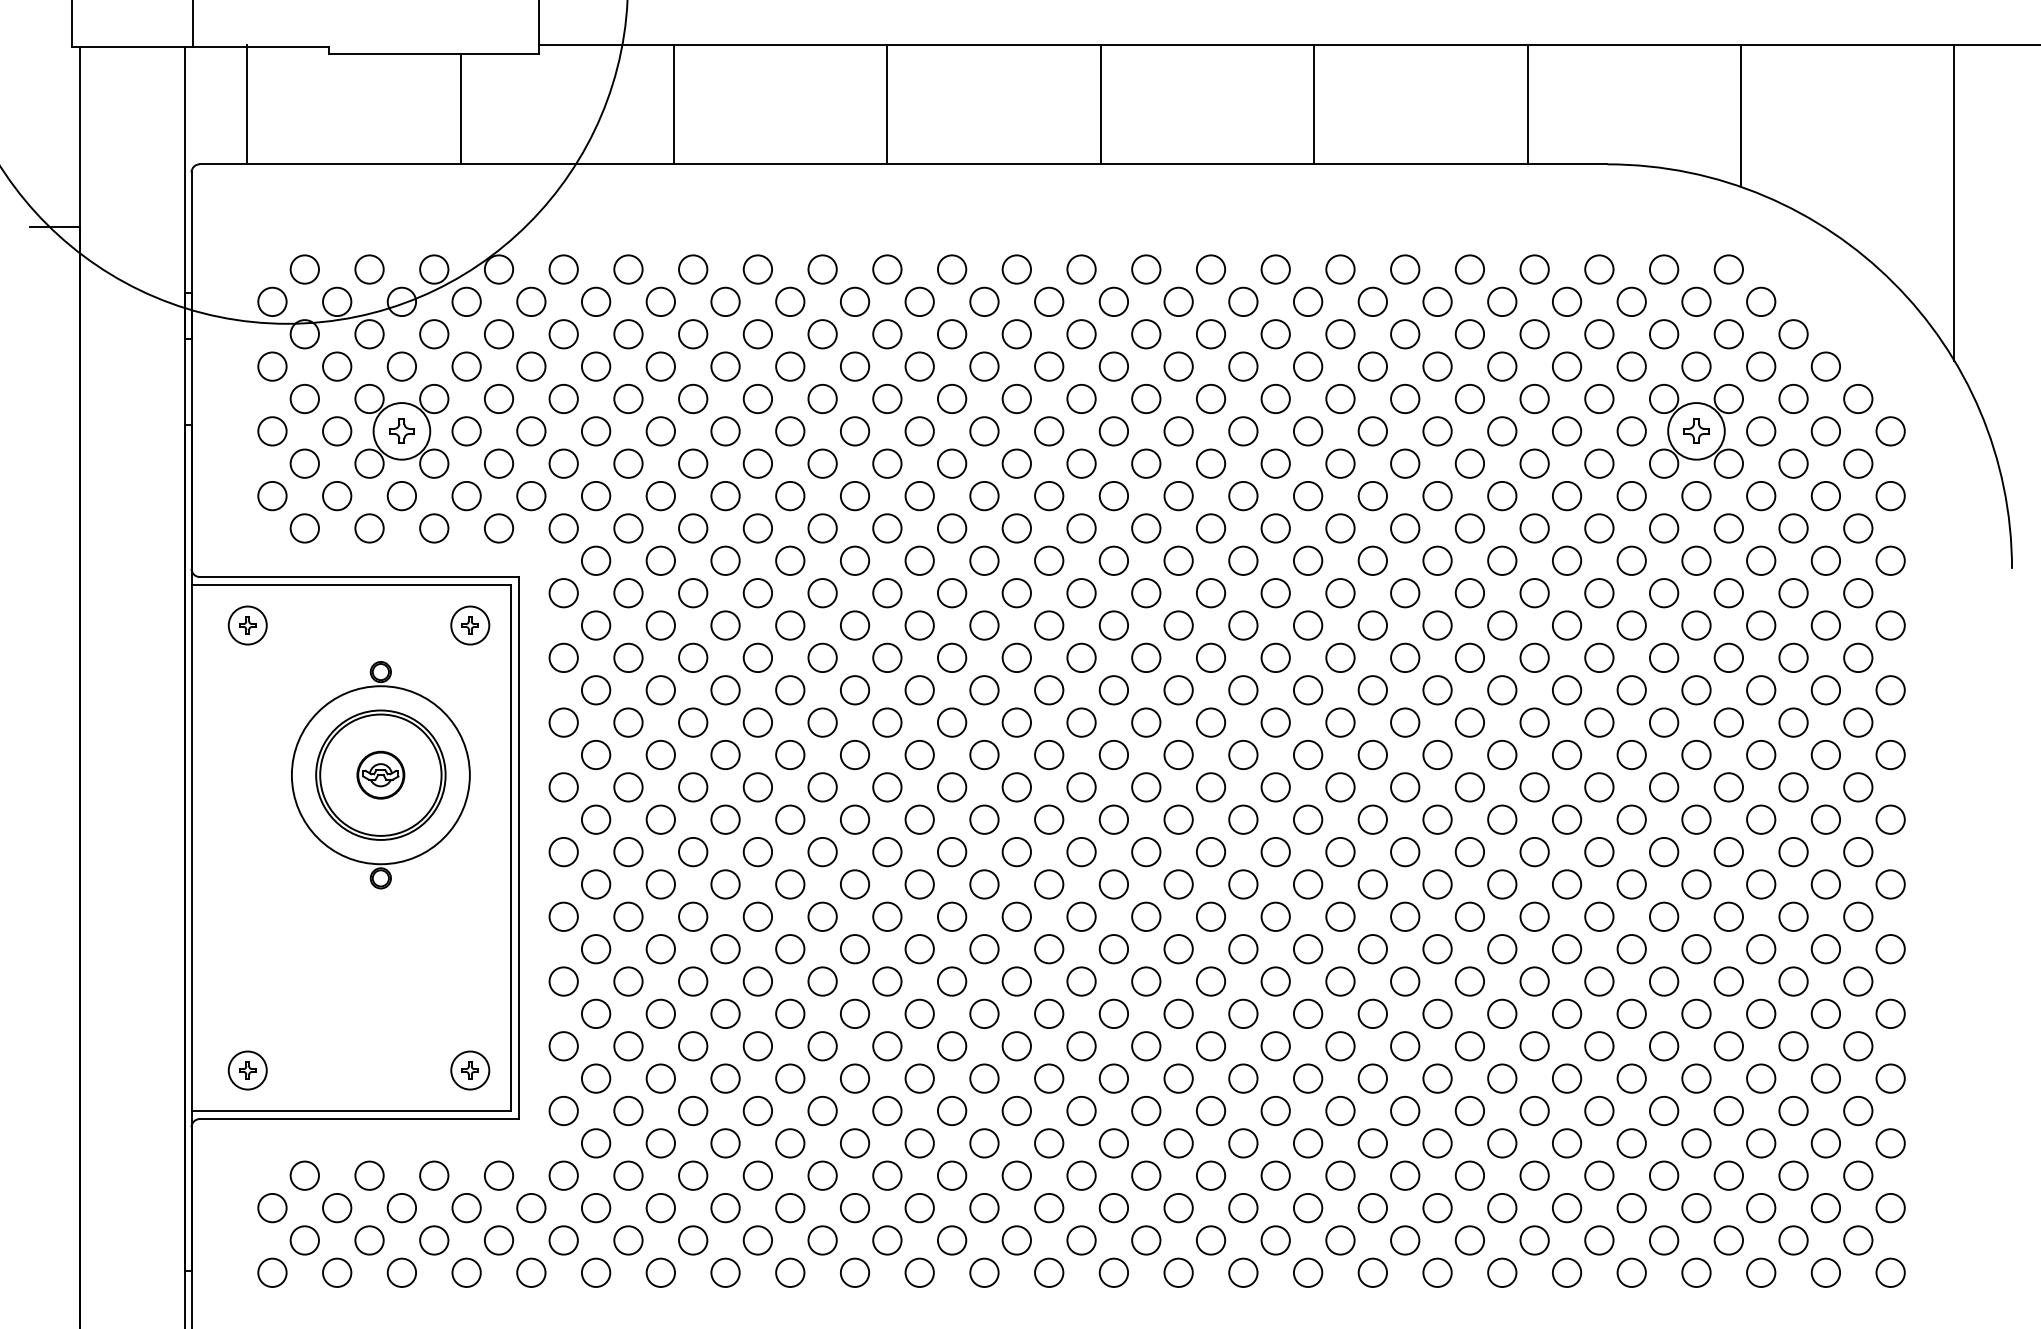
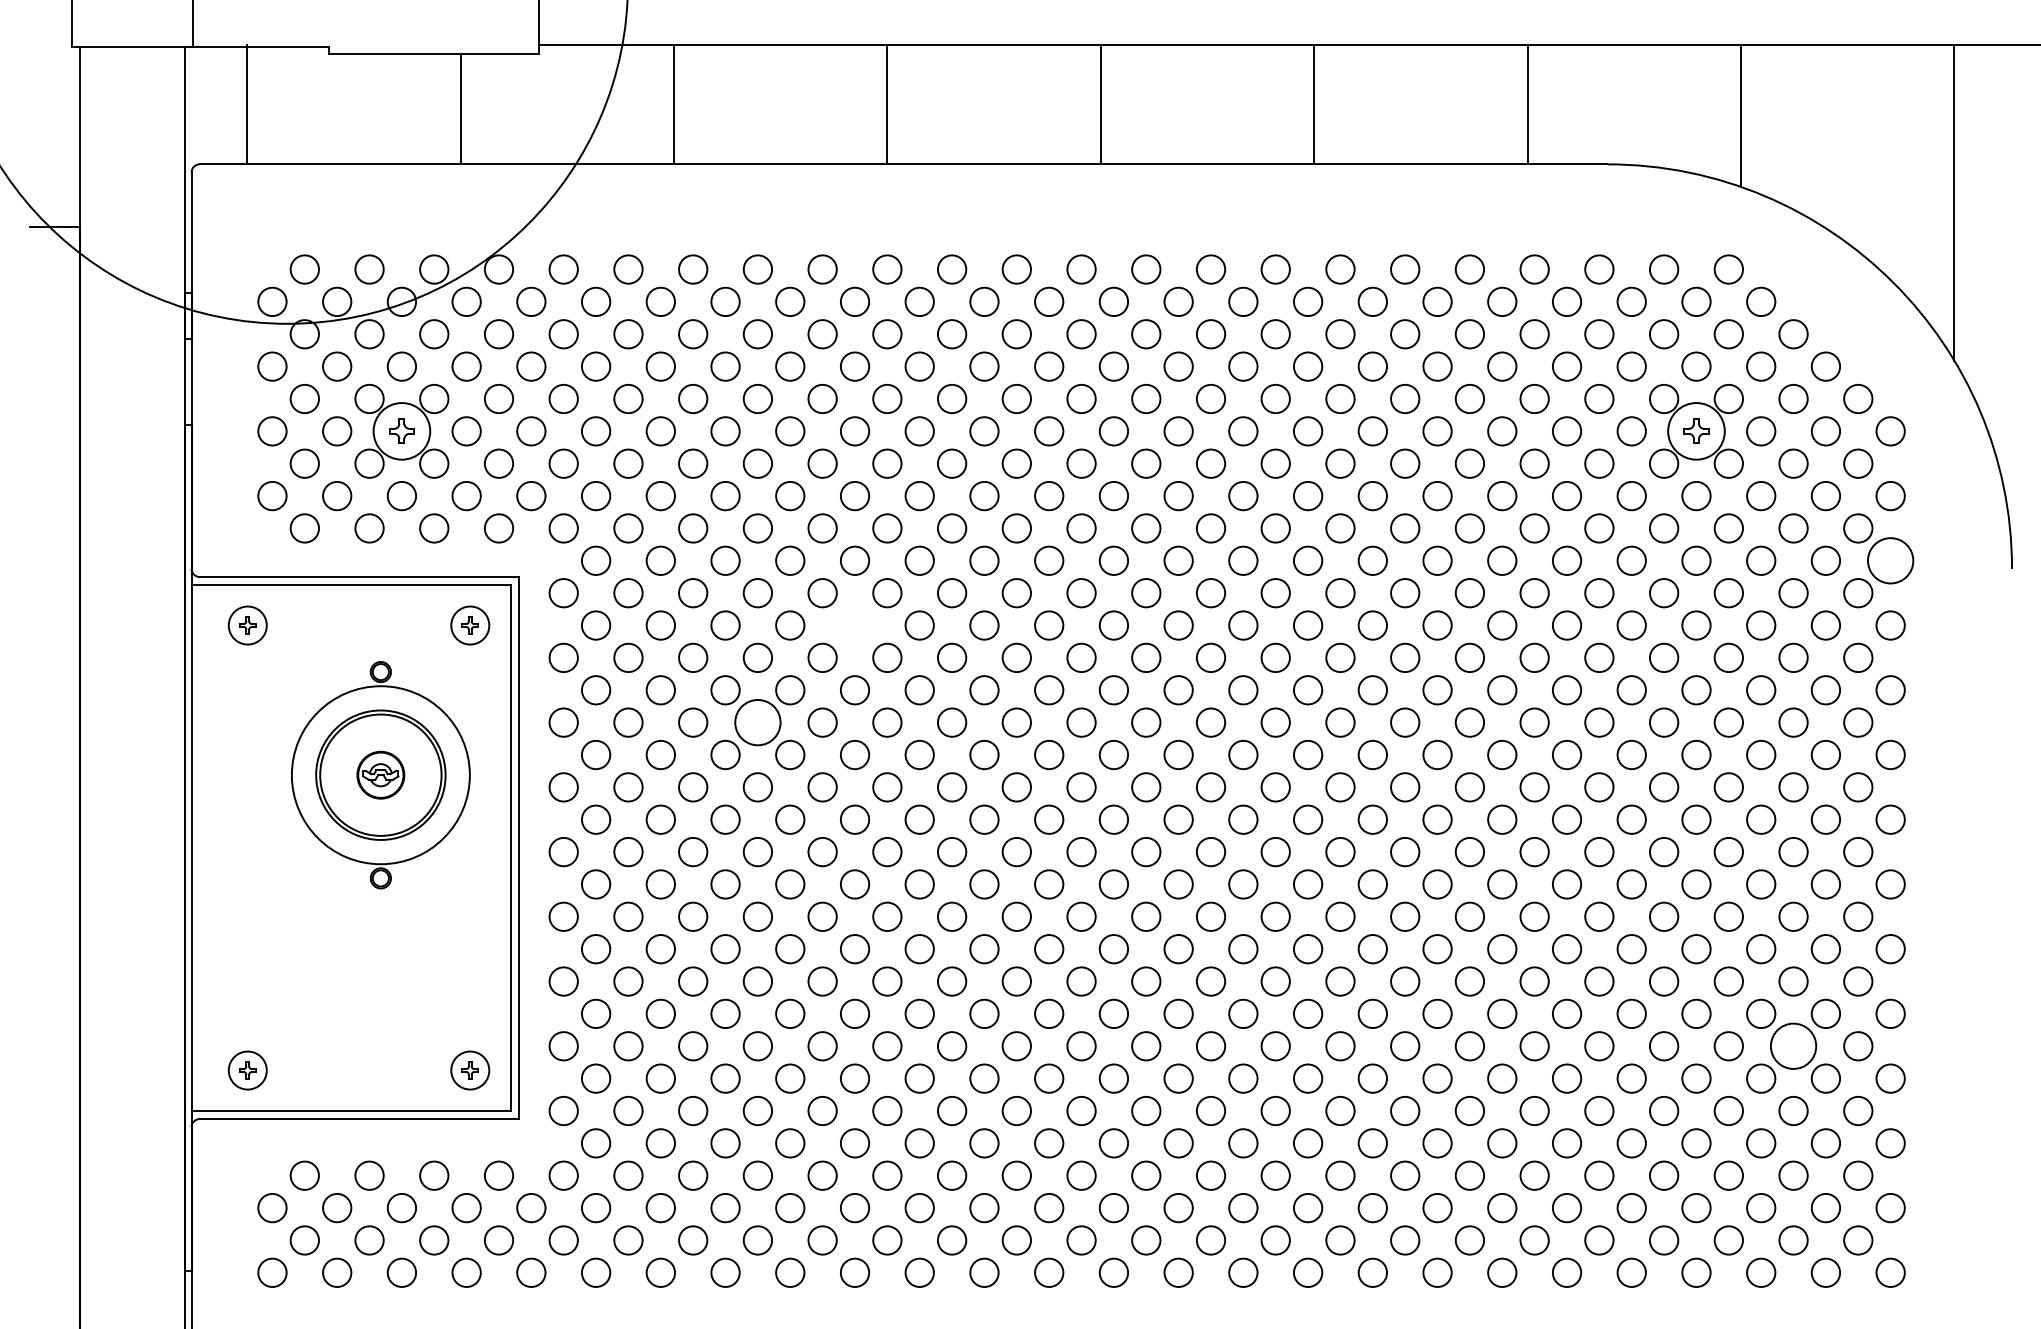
circle at (1890, 560) diameter: 28 px -> 45 px
circle at (855, 625): present -> none
circle at (757, 722) diameter: 28 px -> 45 px
circle at (1793, 1046) diameter: 28 px -> 45 px
